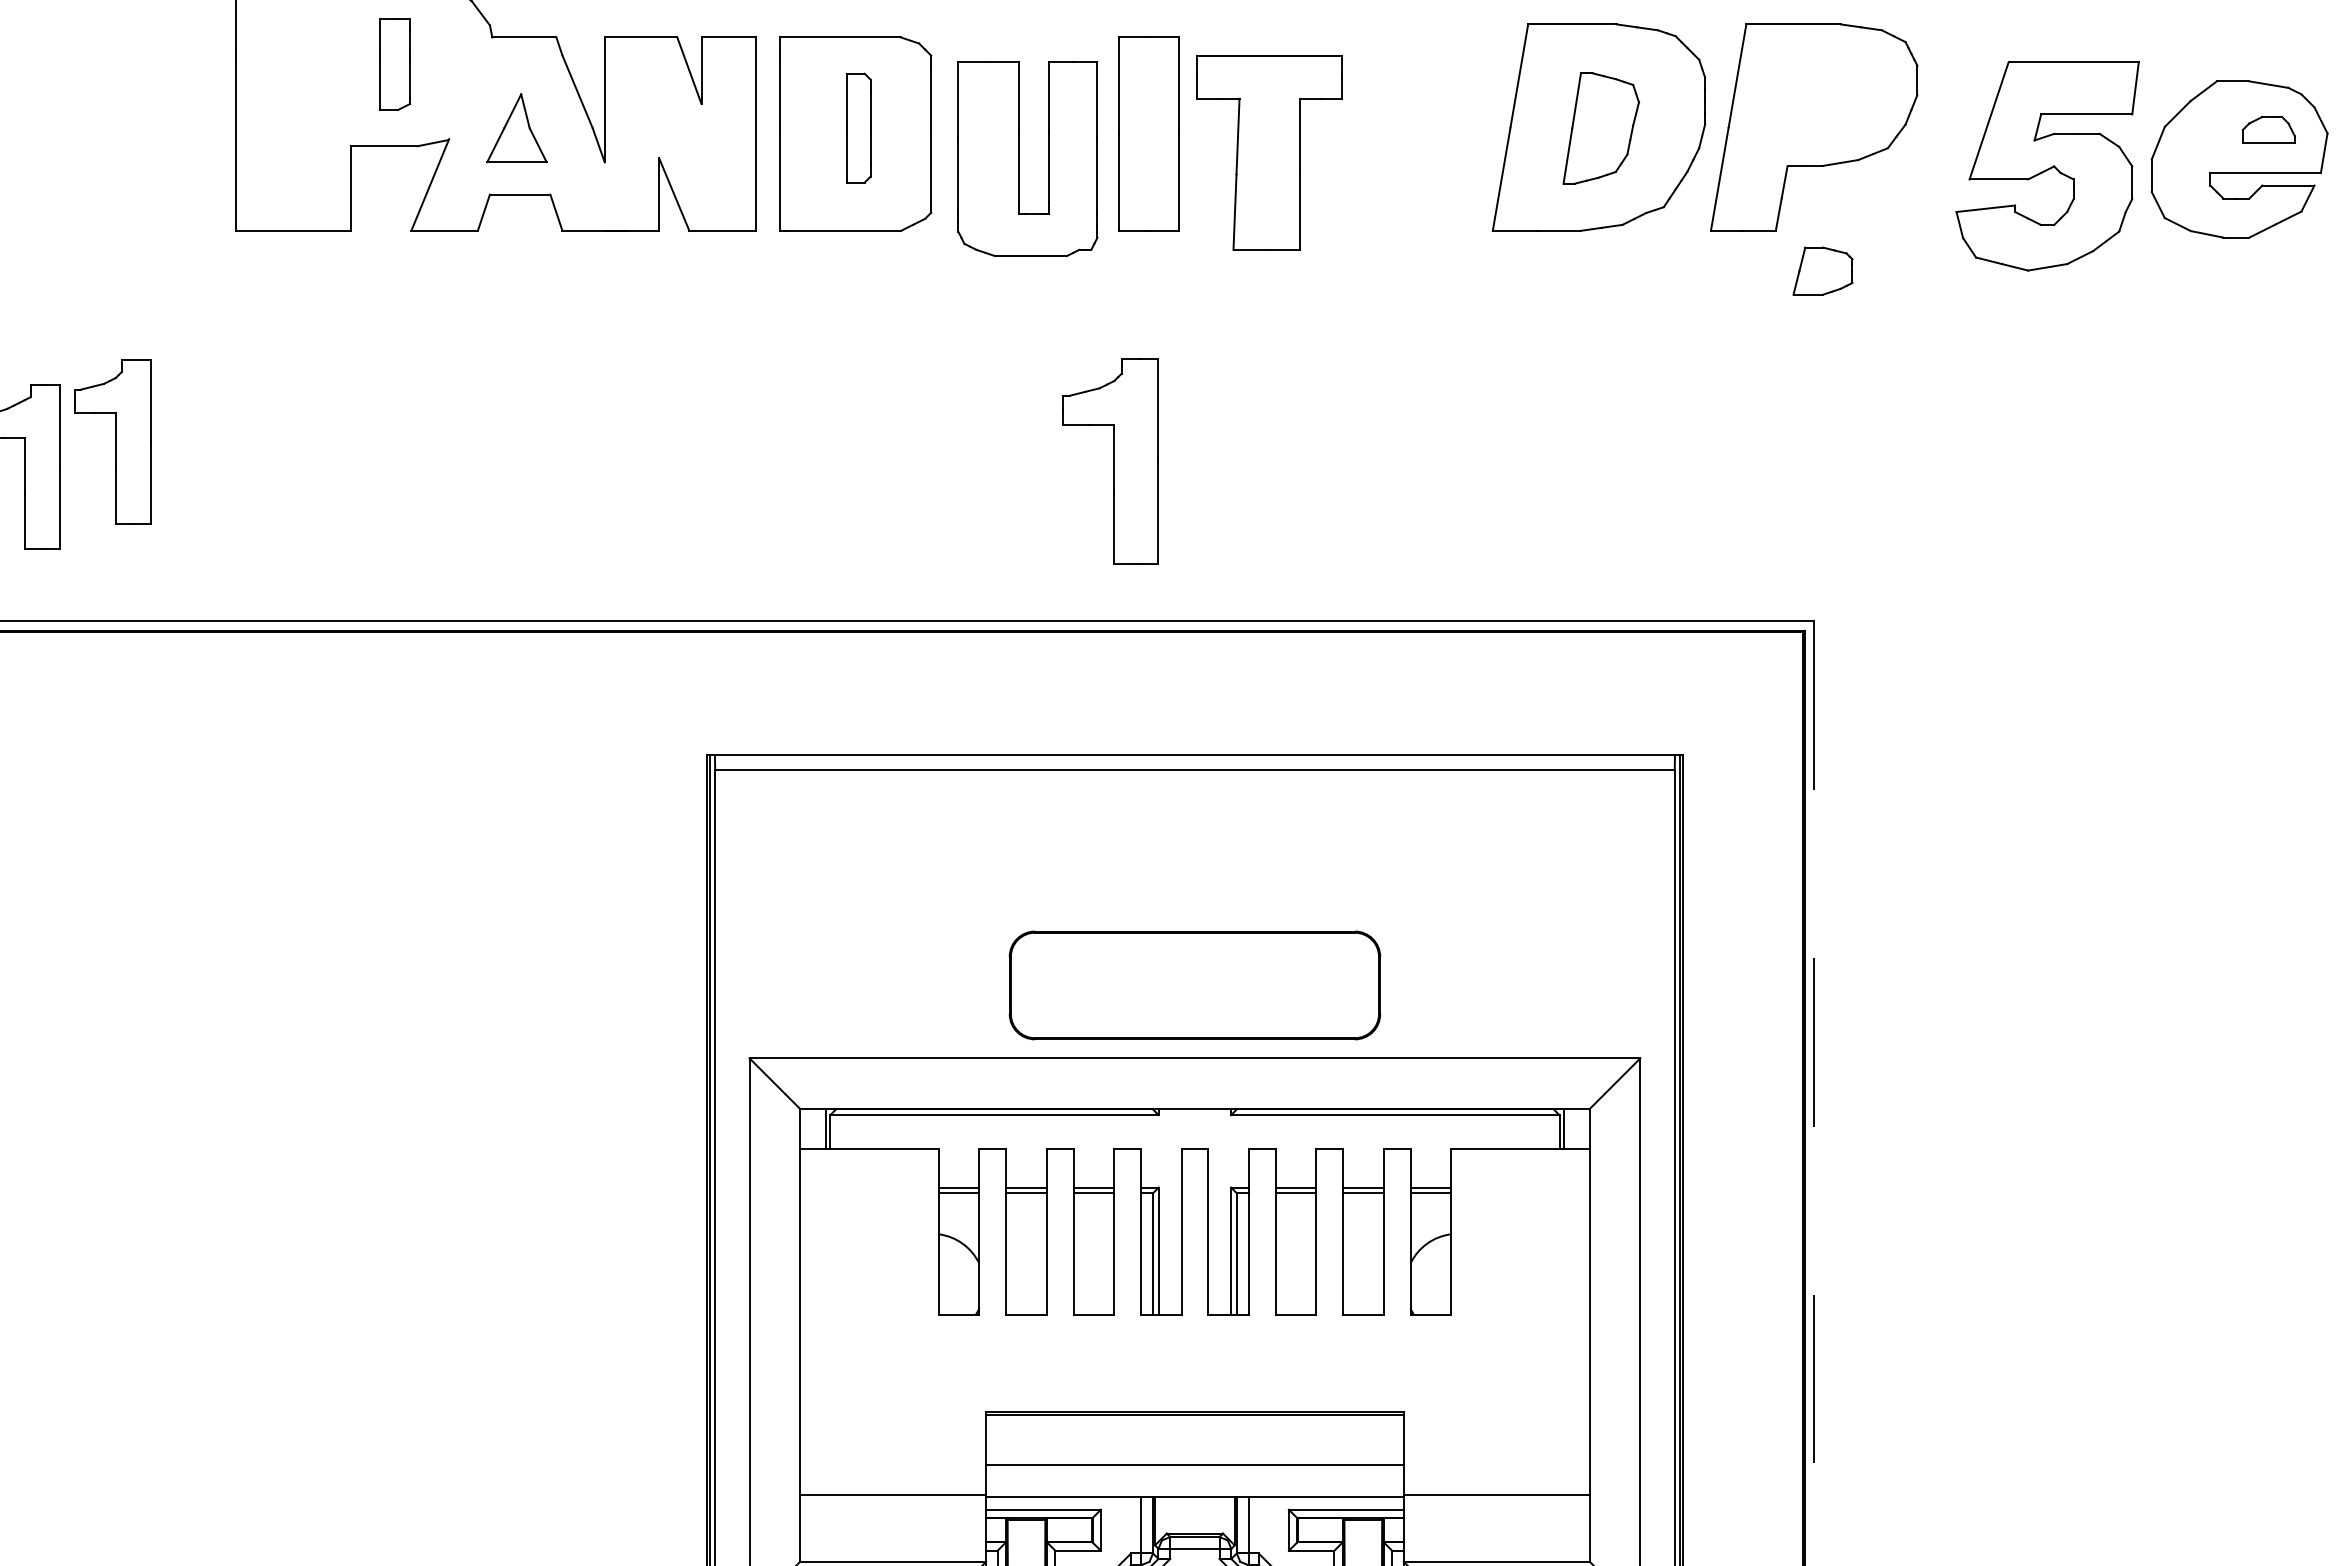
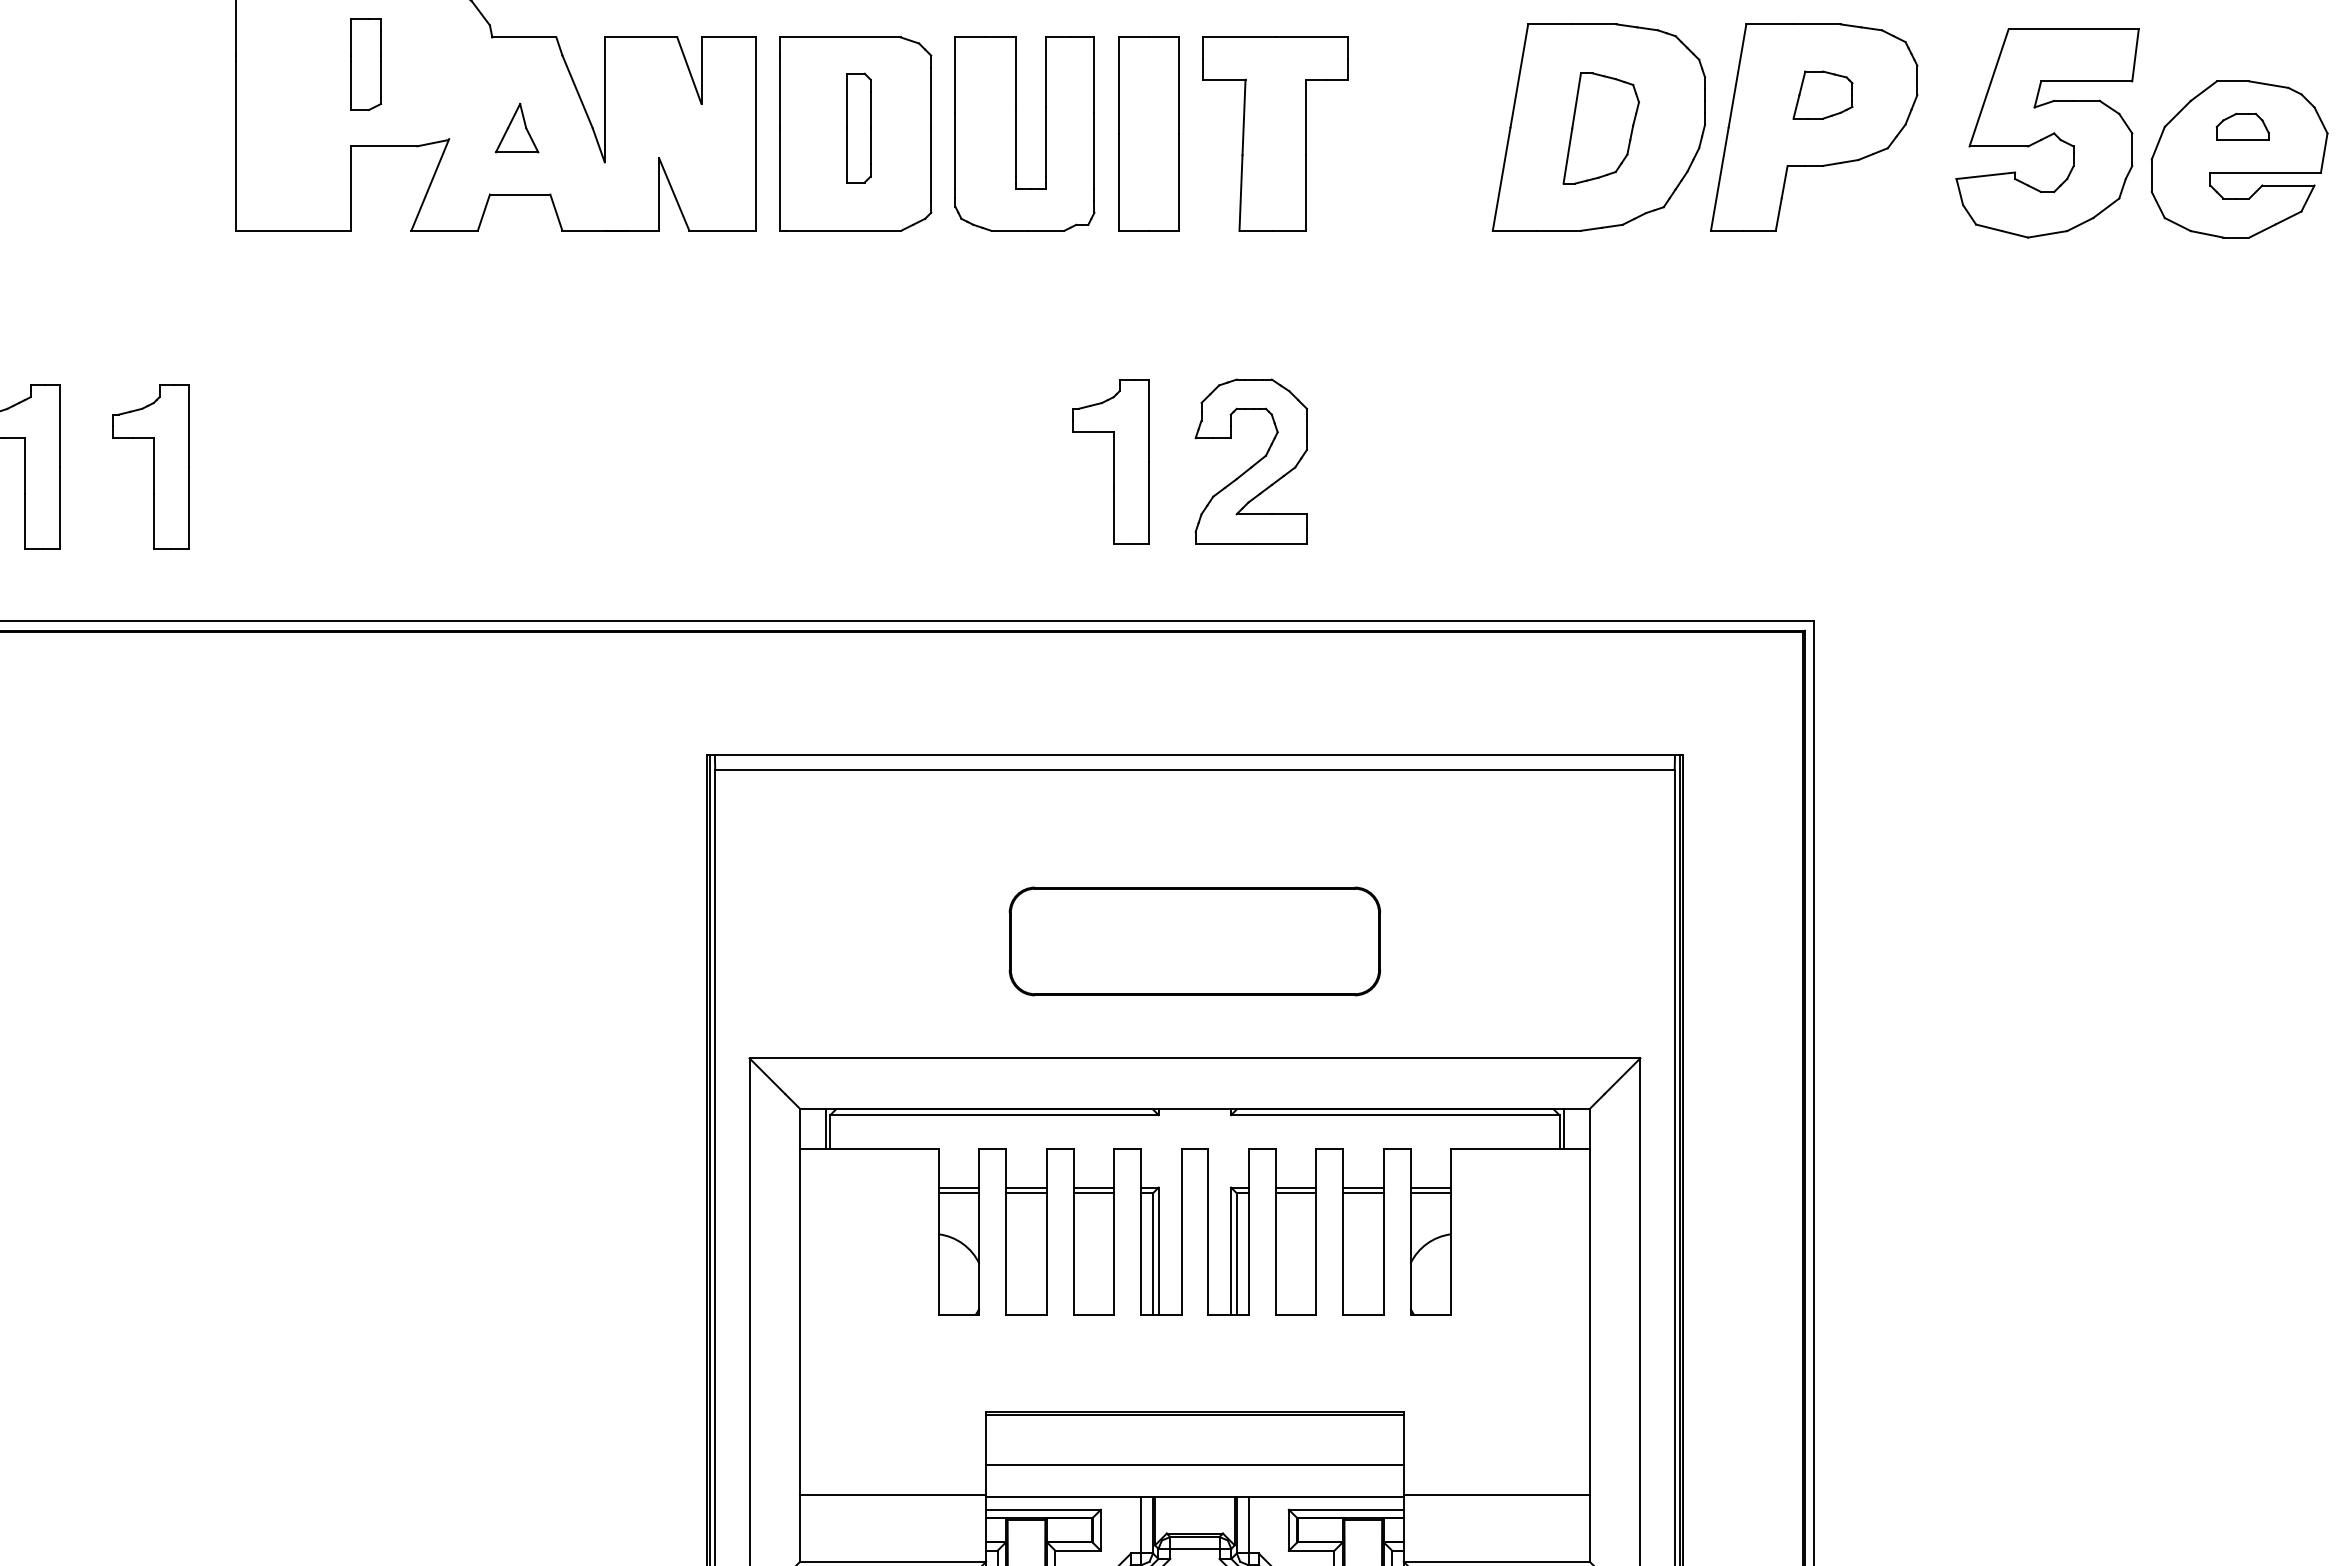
part at (395, 64) position: (395, 64) -> (366, 64)
part at (516, 128) size: 62x71 px -> 45x52 px
part at (2268, 129) position: (2268, 129) -> (2242, 126)
part at (1269, 152) position: (1269, 152) -> (1275, 133)
part at (1019, 158) position: (1019, 158) -> (1016, 133)
part at (2047, 166) position: (2047, 166) -> (2047, 133)
part at (1822, 270) position: (1822, 270) -> (1822, 94)
part at (112, 441) position: (112, 441) -> (150, 466)
part at (1110, 461) size: 97x207 px -> 78x166 px
part at (1250, 461): none -> present
part at (1194, 985) position: (1194, 985) -> (1194, 941)
line at (1814, 1093): dashed -> solid
